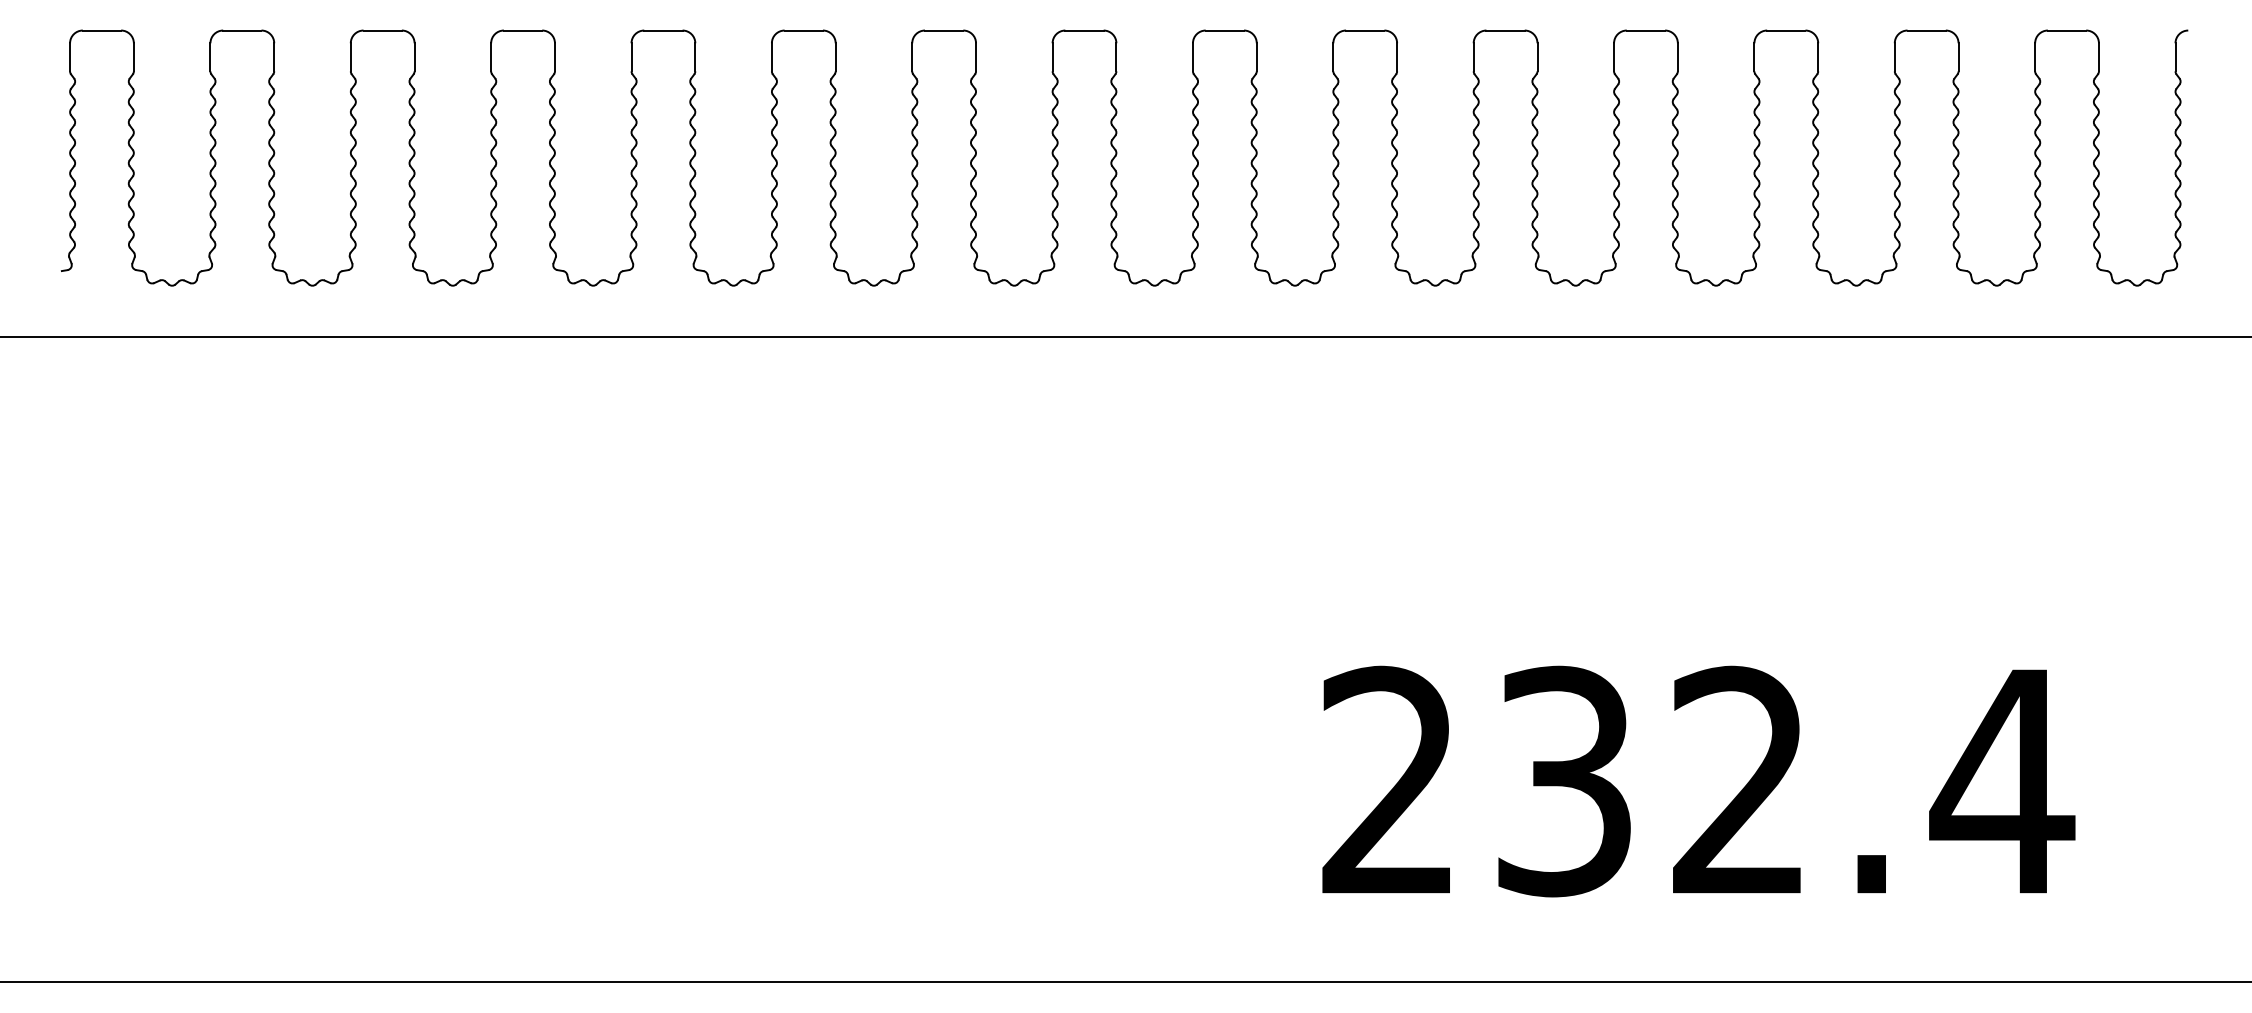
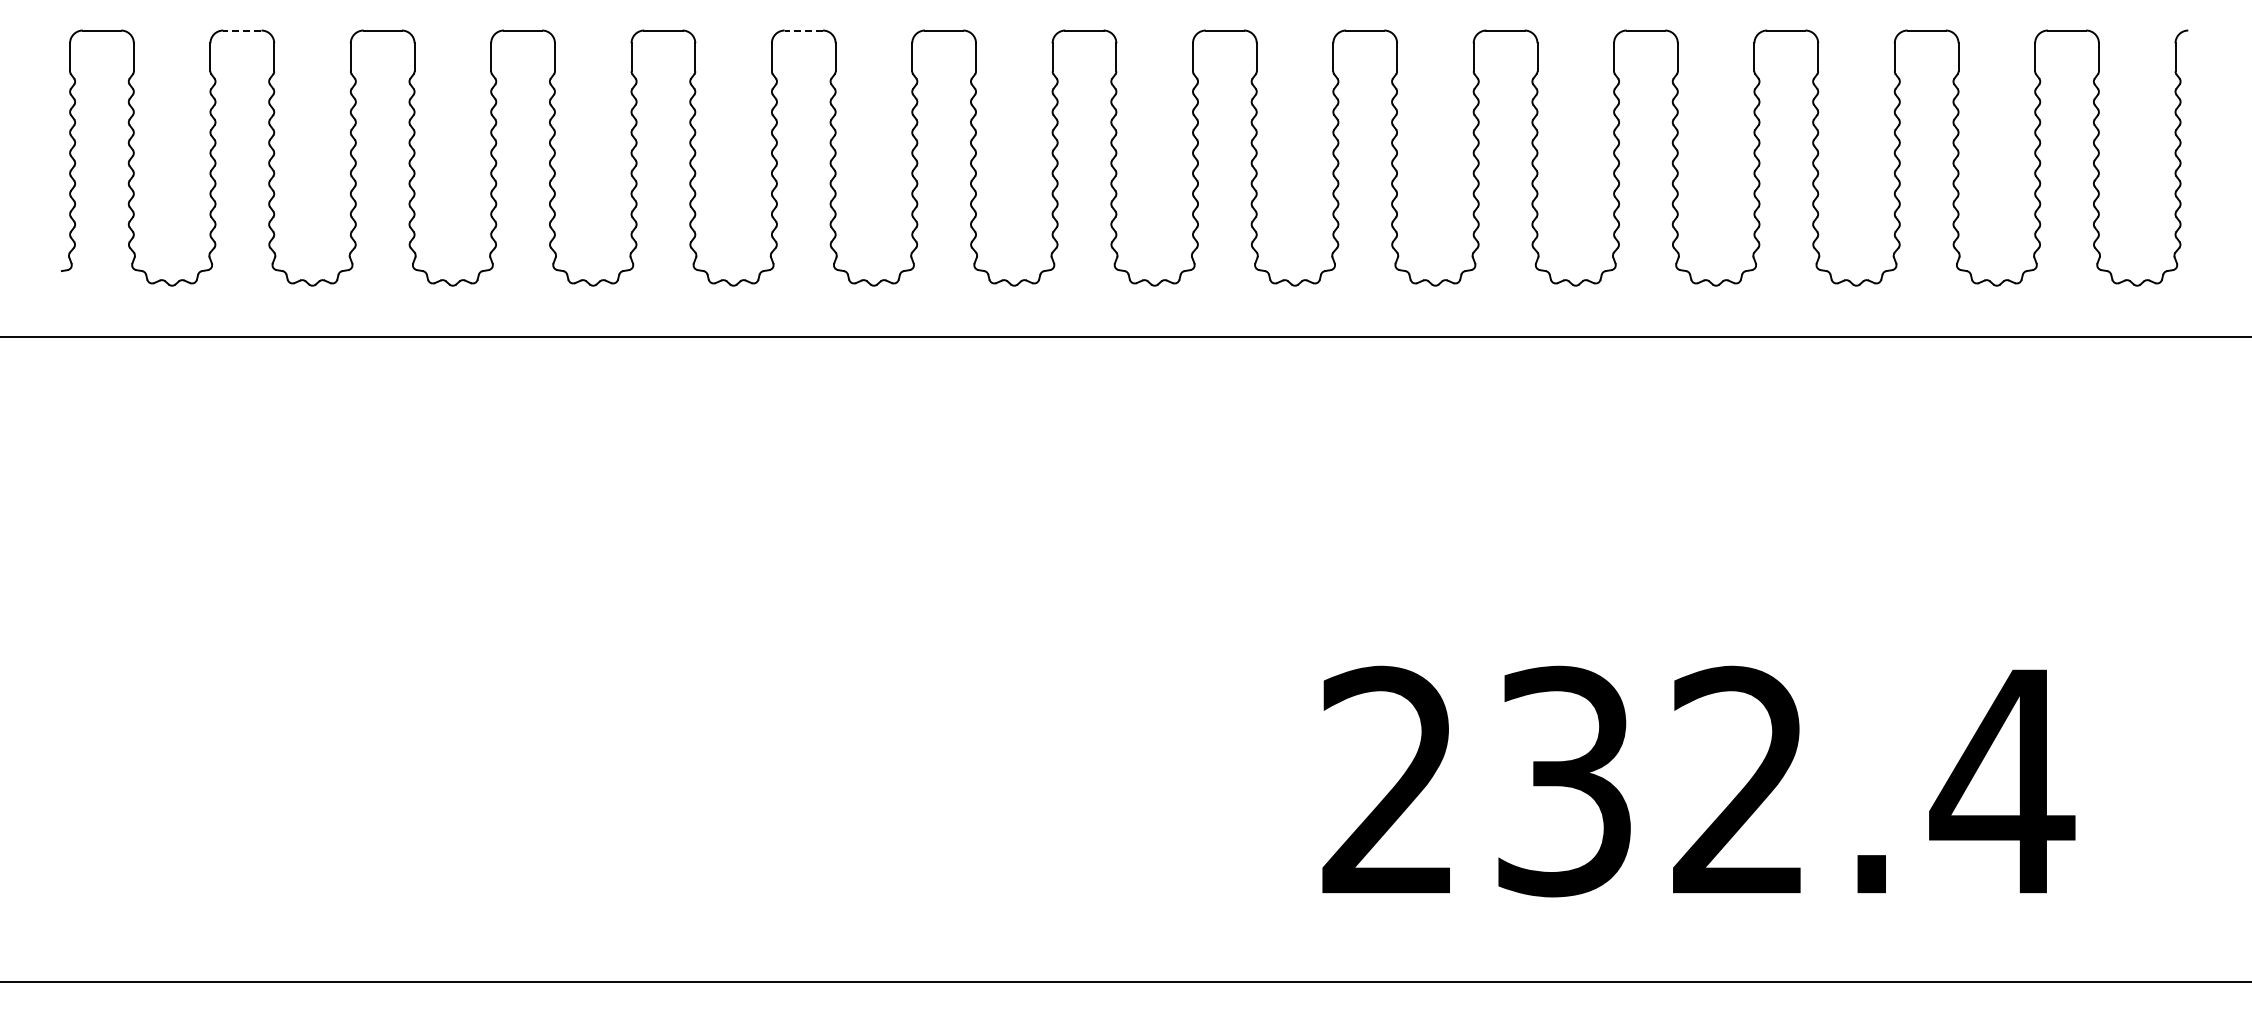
line at (241, 30): solid -> dashed
line at (803, 30): solid -> dashed
